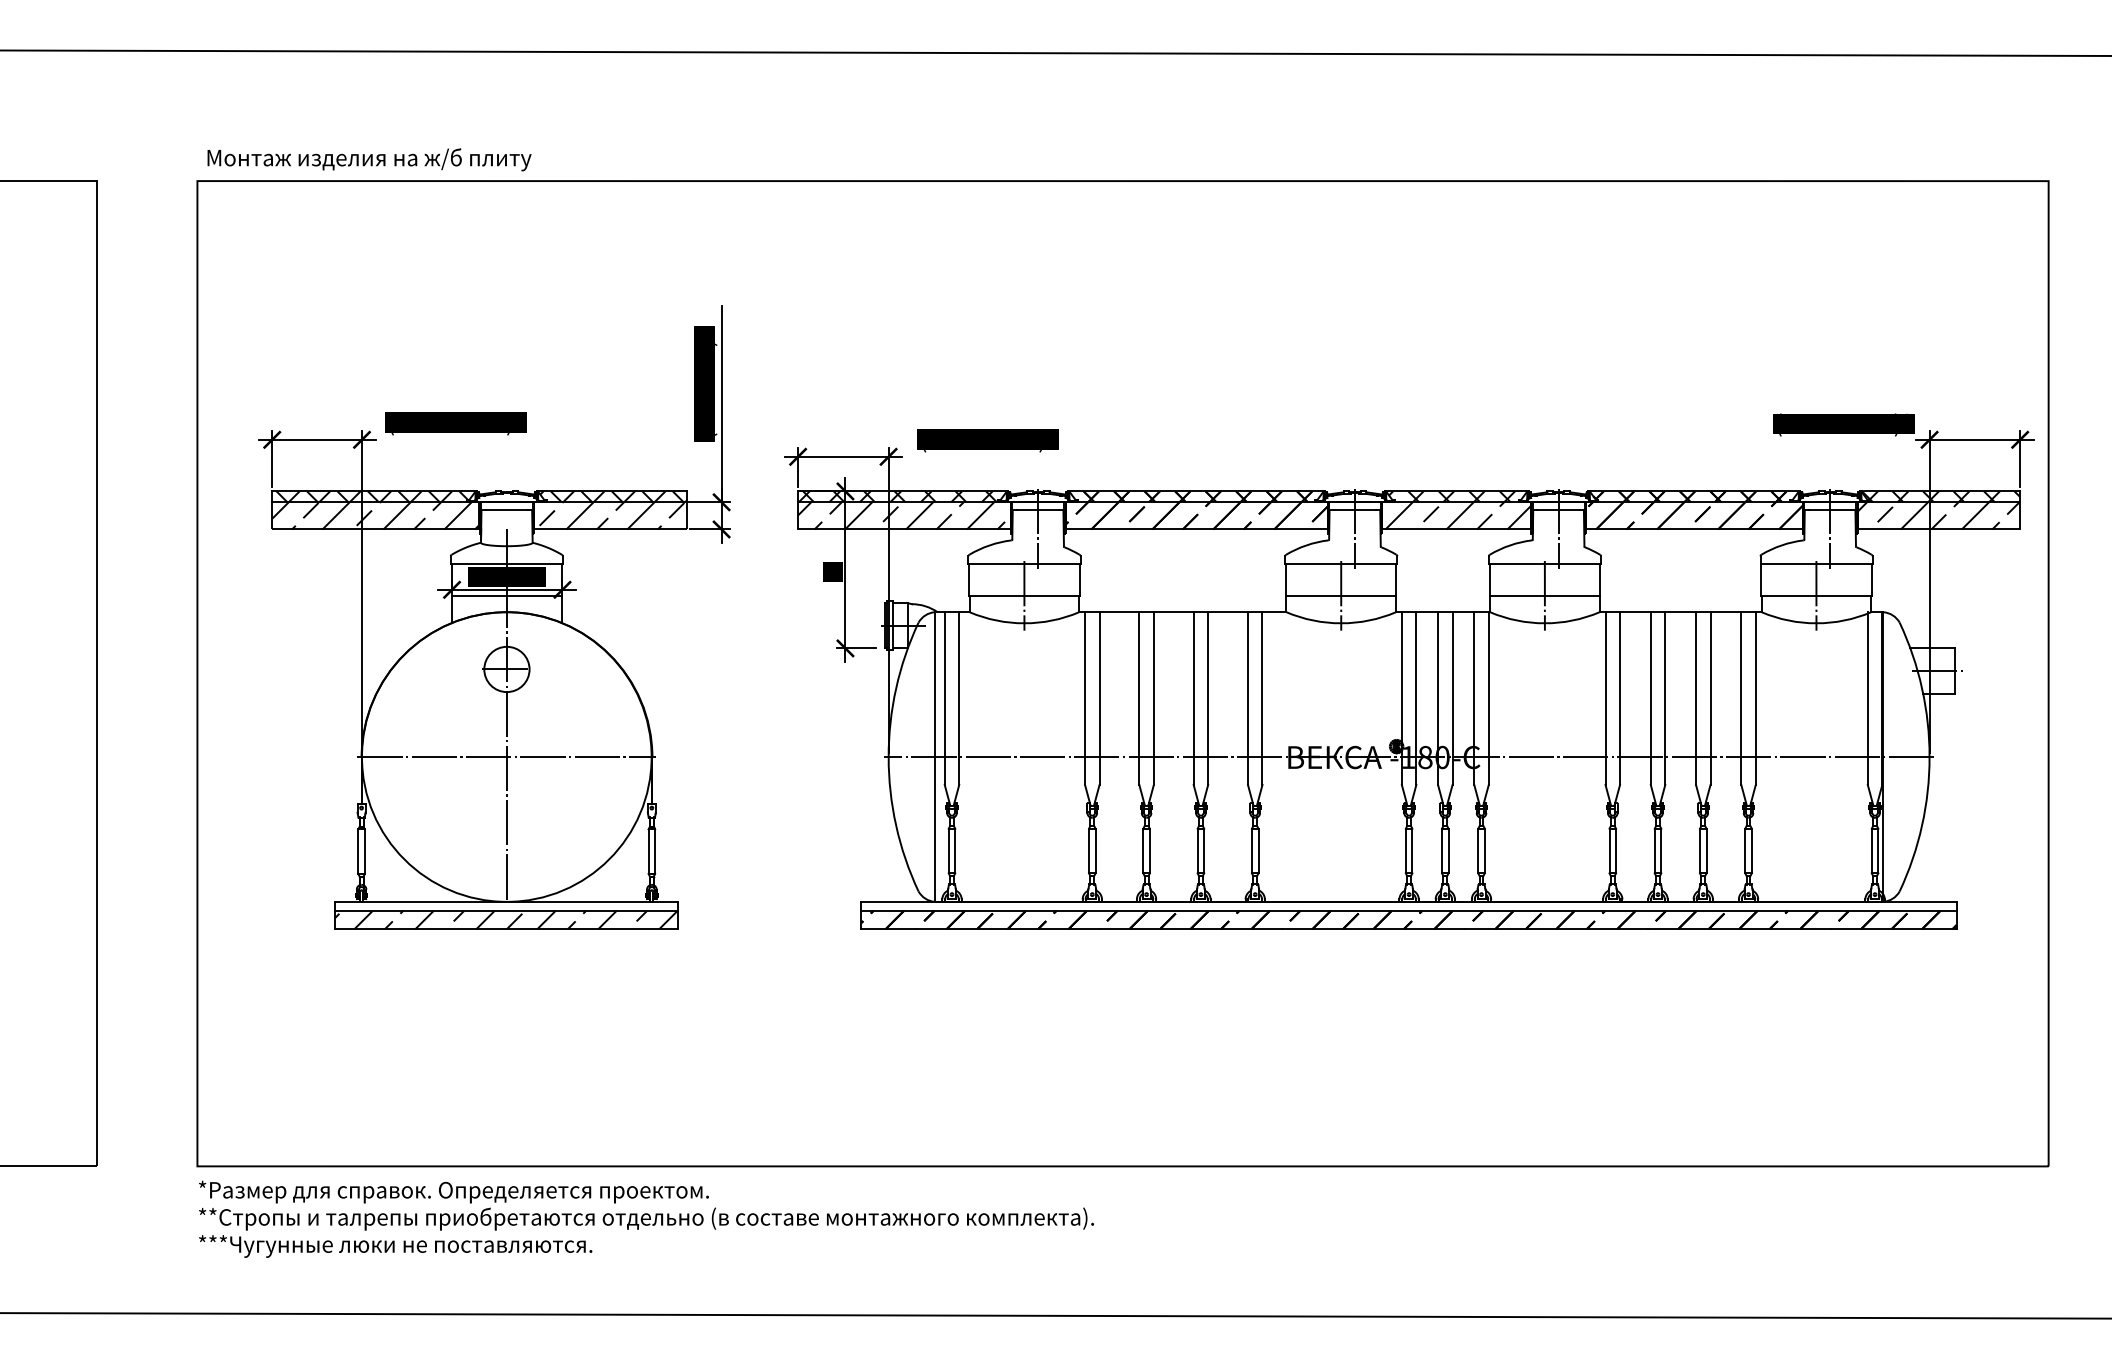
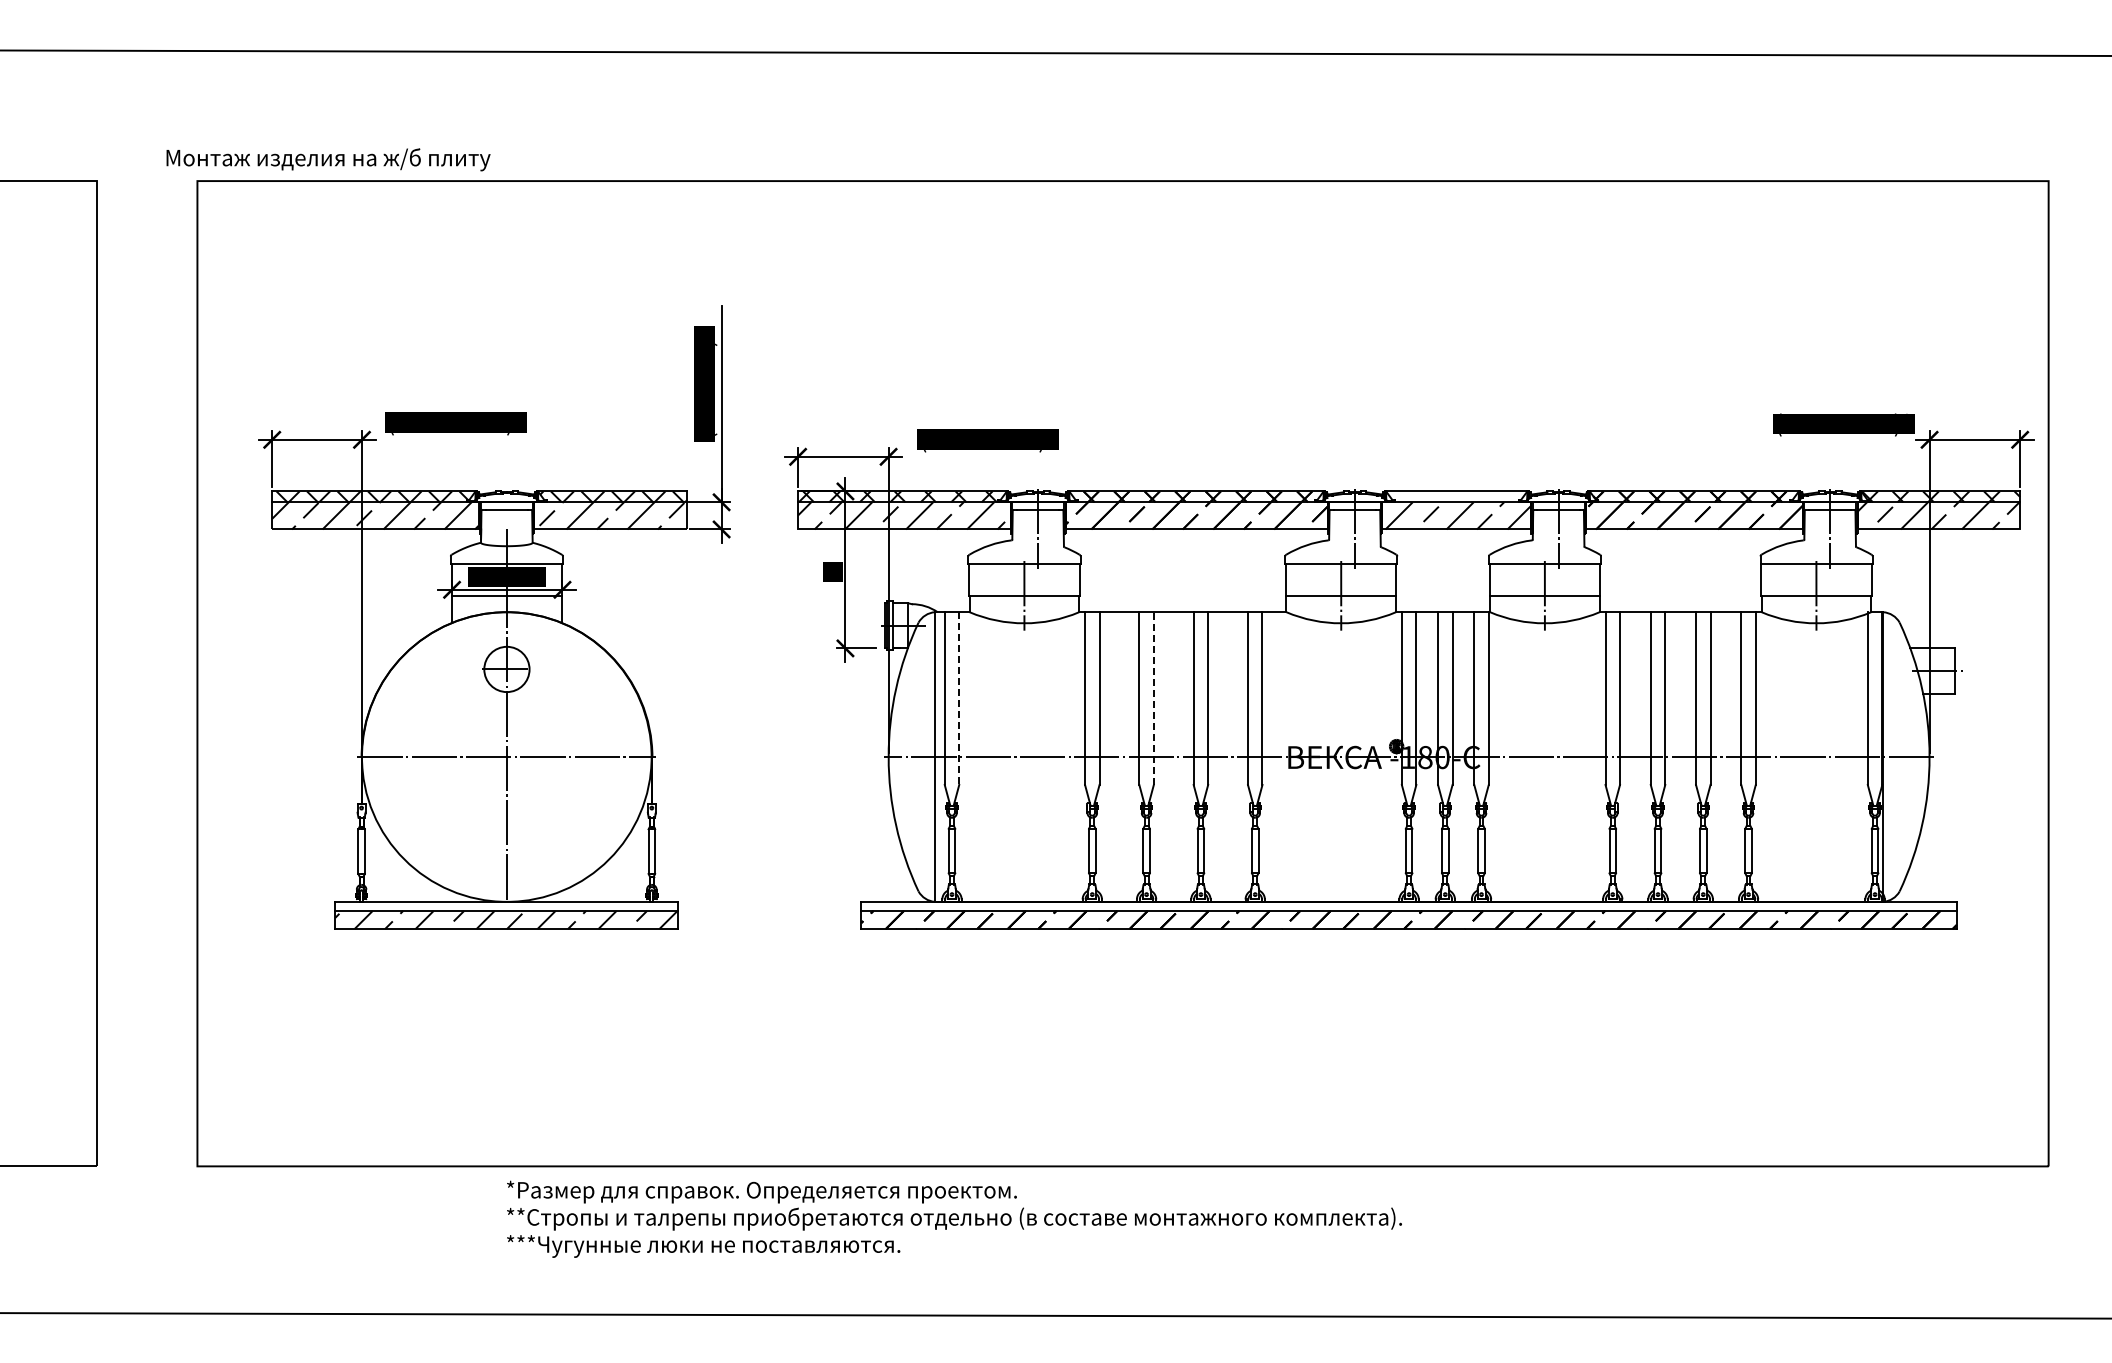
text at (369, 159) position: (369, 159) -> (328, 159)
hatch at (1452, 496): present -> none
line at (1153, 698): solid -> dashed
line at (959, 699): solid -> dashed
text at (646, 1218) position: (646, 1218) -> (954, 1218)
